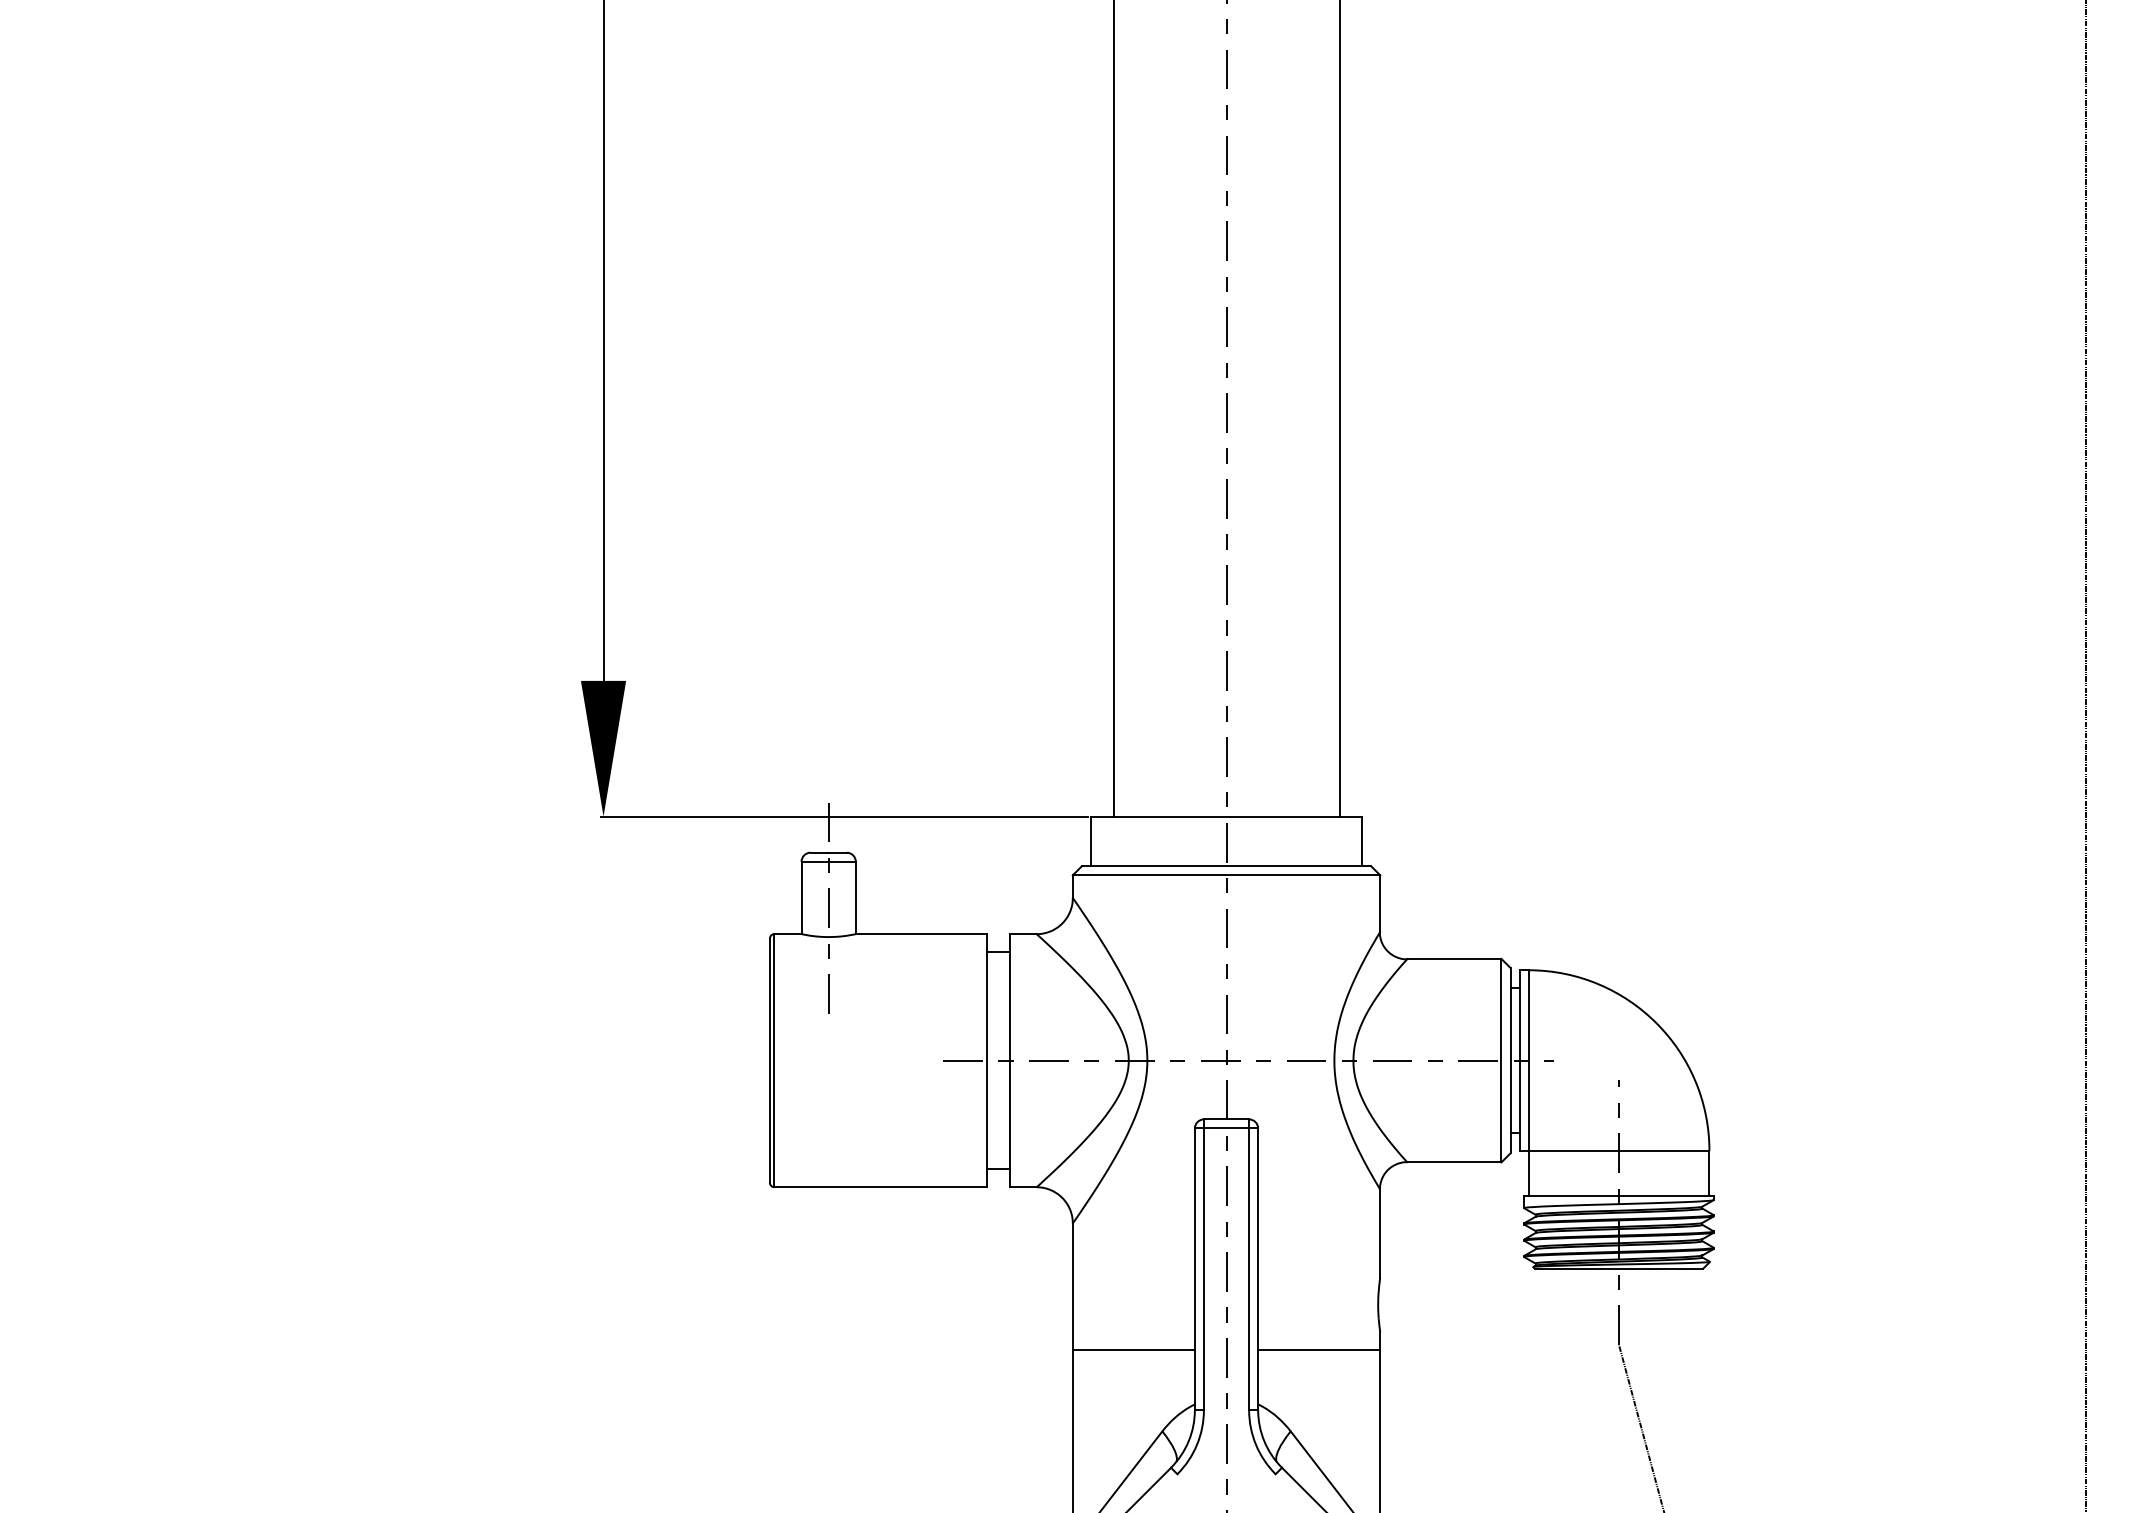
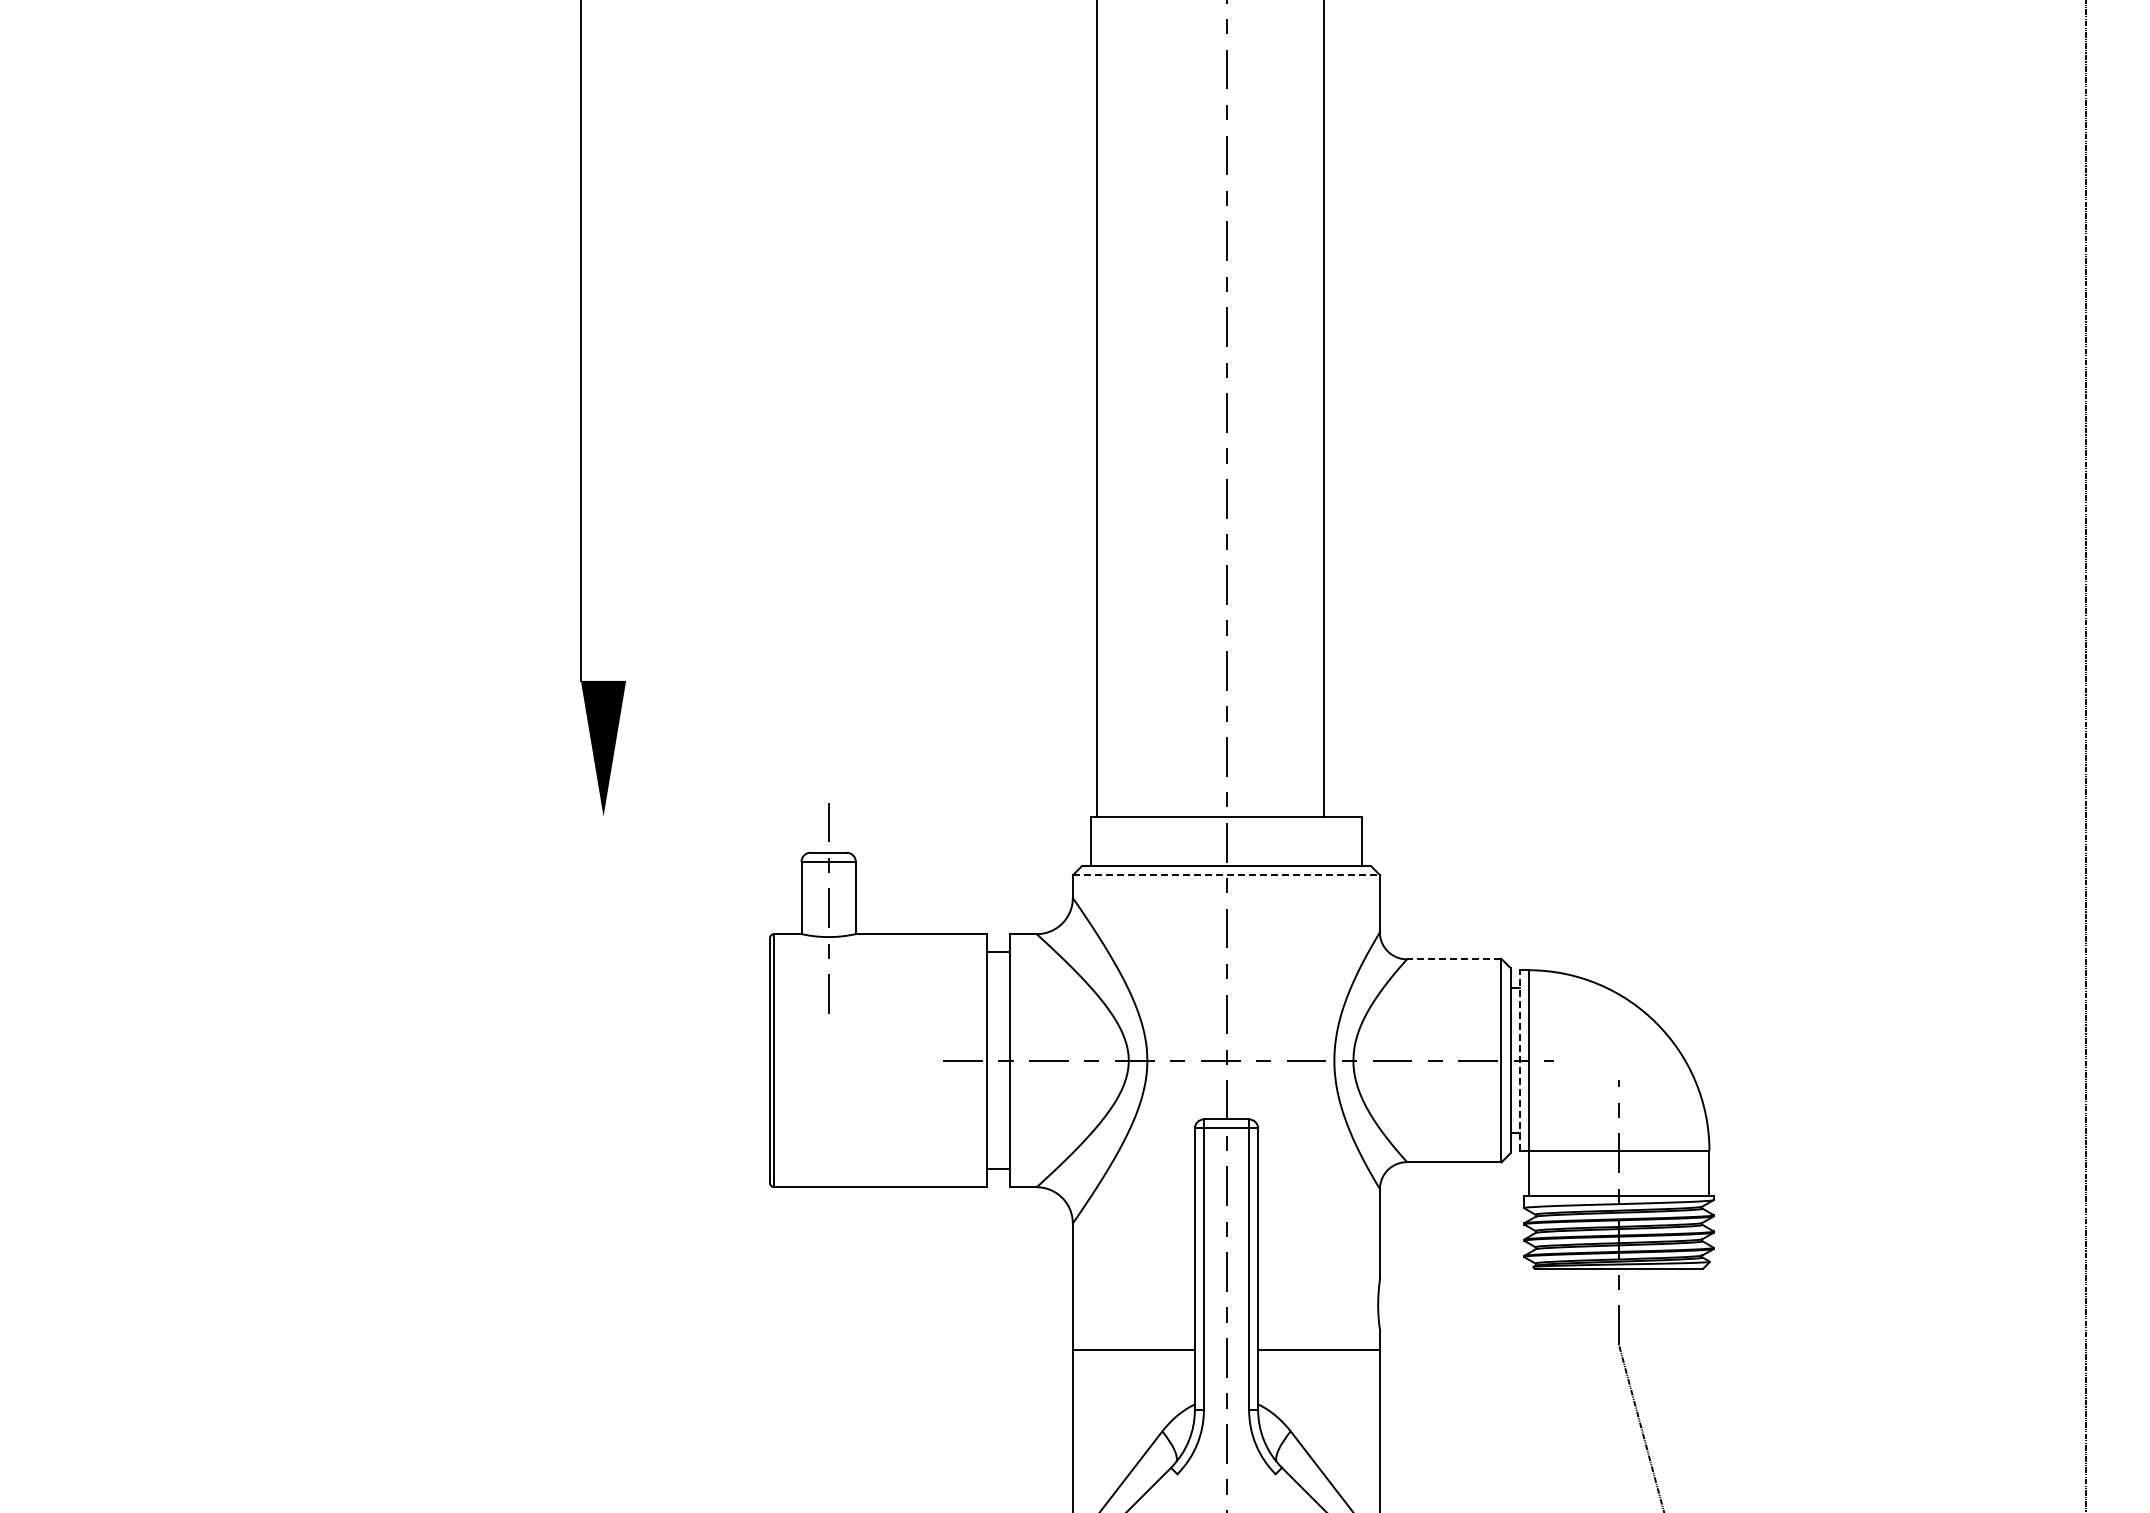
line at (603, 341) position: (603, 341) -> (580, 341)
line at (1113, 409) position: (1113, 409) -> (1096, 409)
line at (1339, 409) position: (1339, 409) -> (1323, 409)
line at (844, 816): present -> none
line at (1226, 875): solid -> dashed
line at (1453, 958): solid -> dashed
line at (1519, 1060): solid -> dashed
